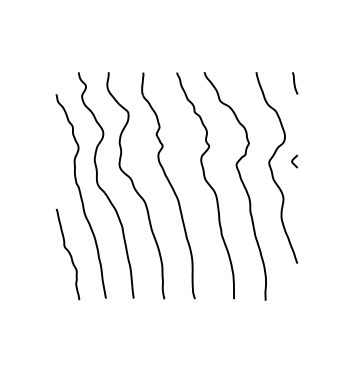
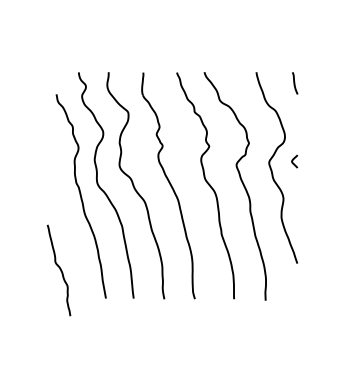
curve at (68, 253) position: (68, 253) -> (59, 269)
